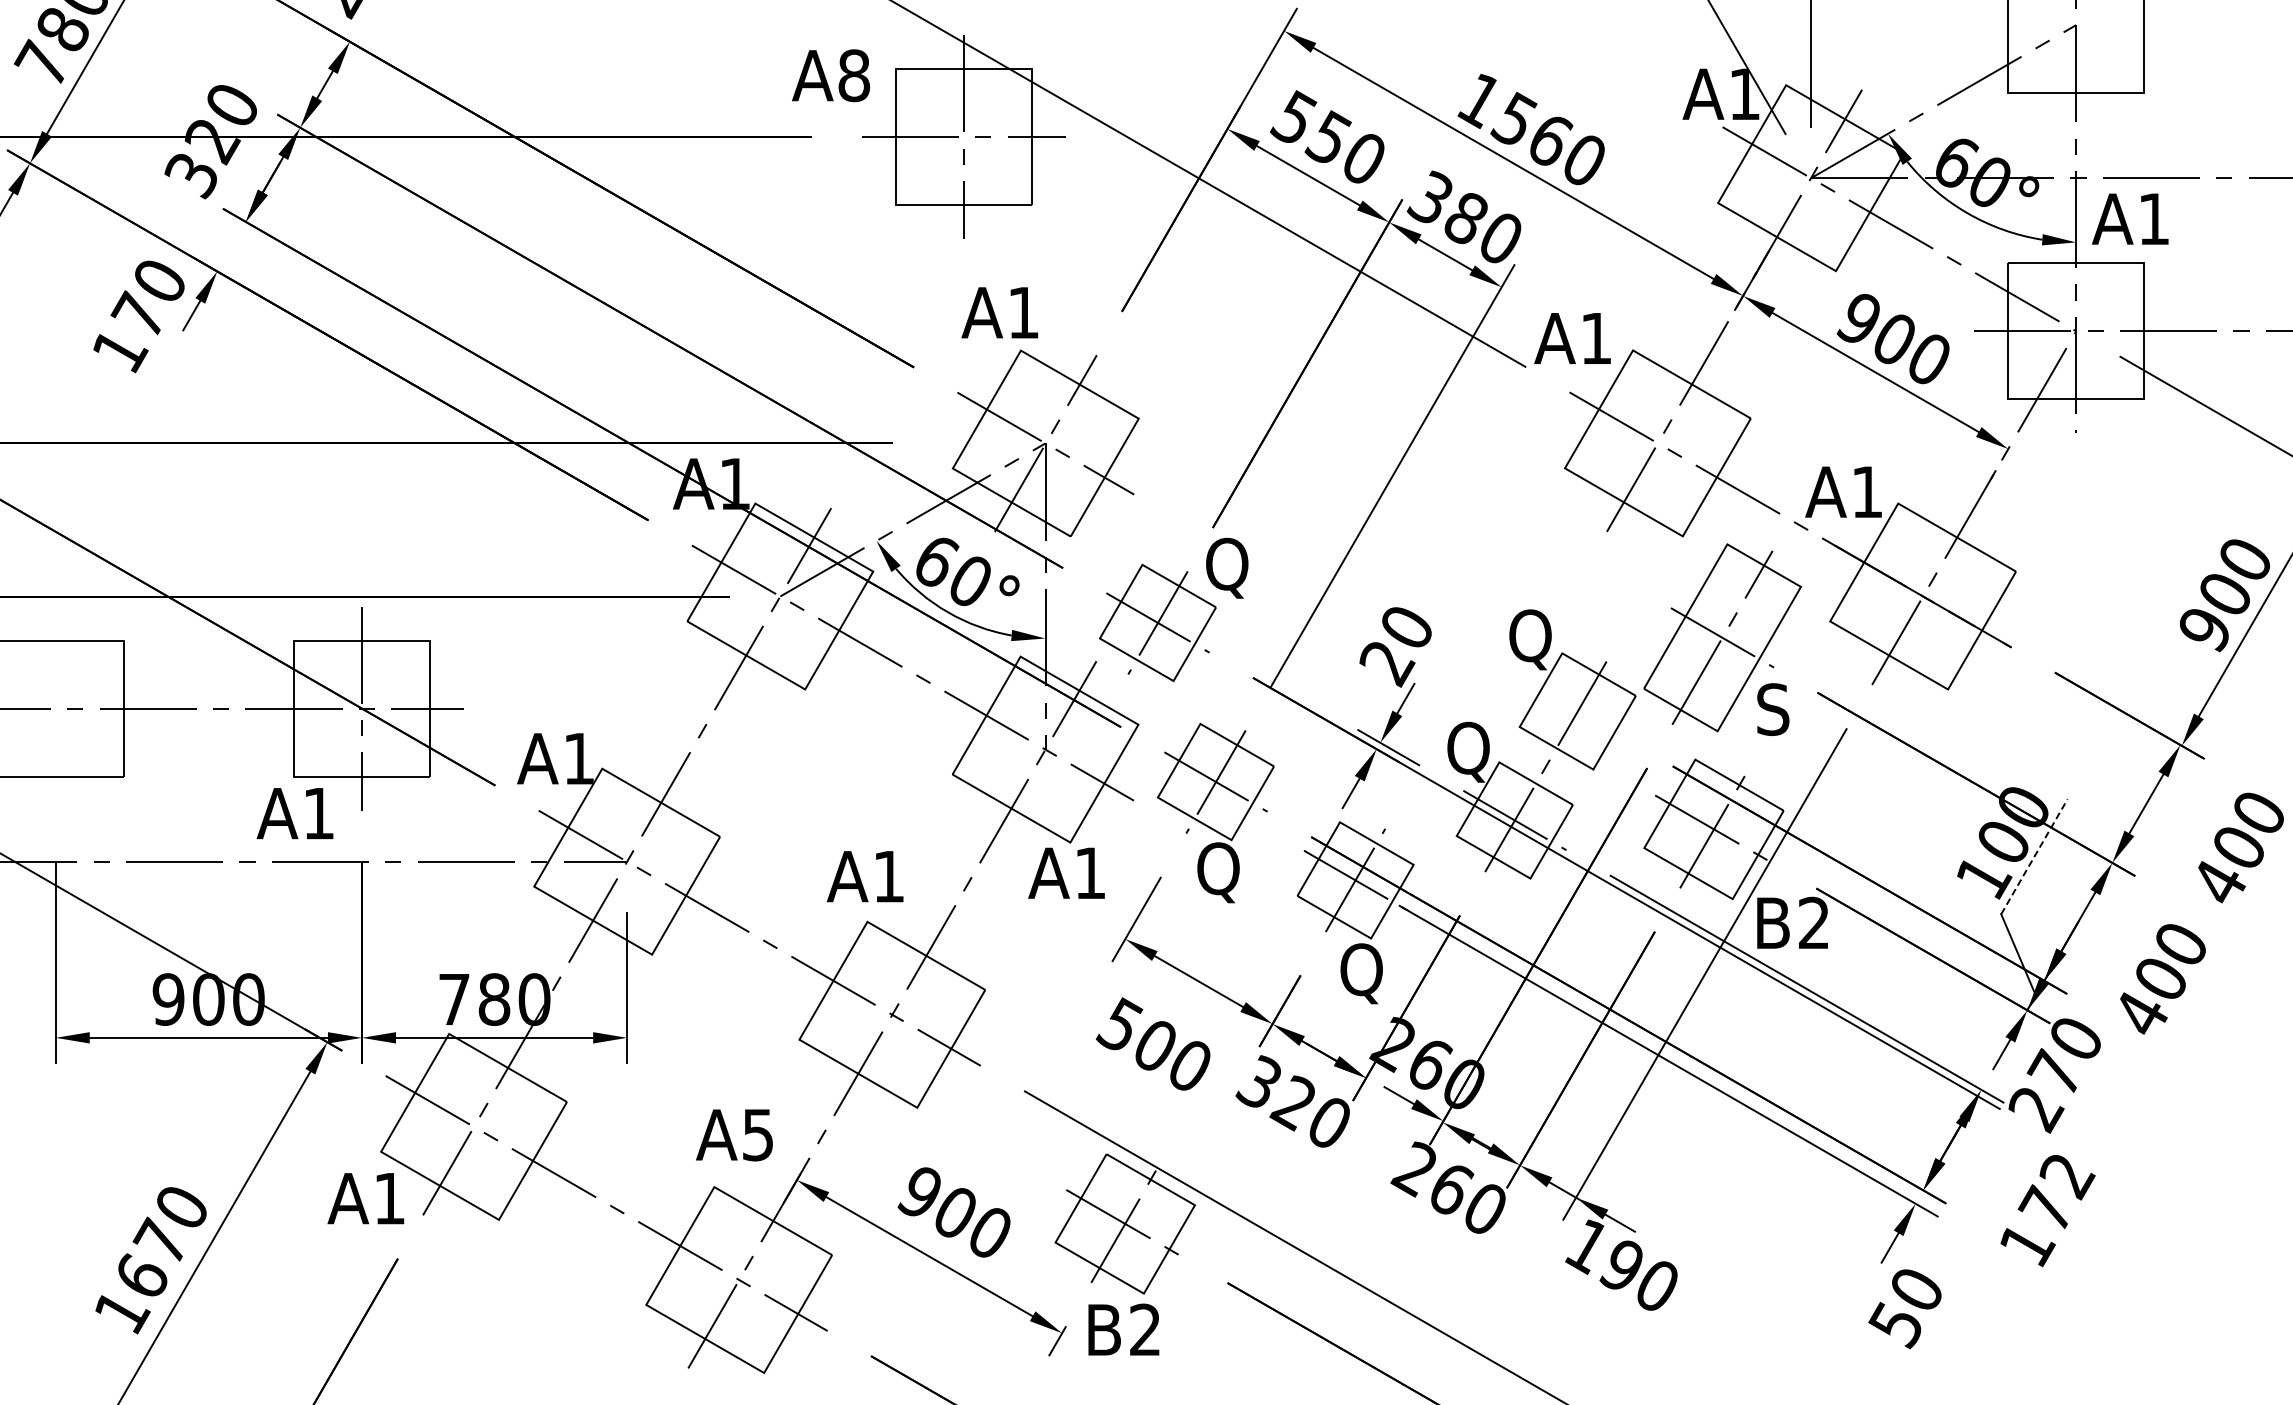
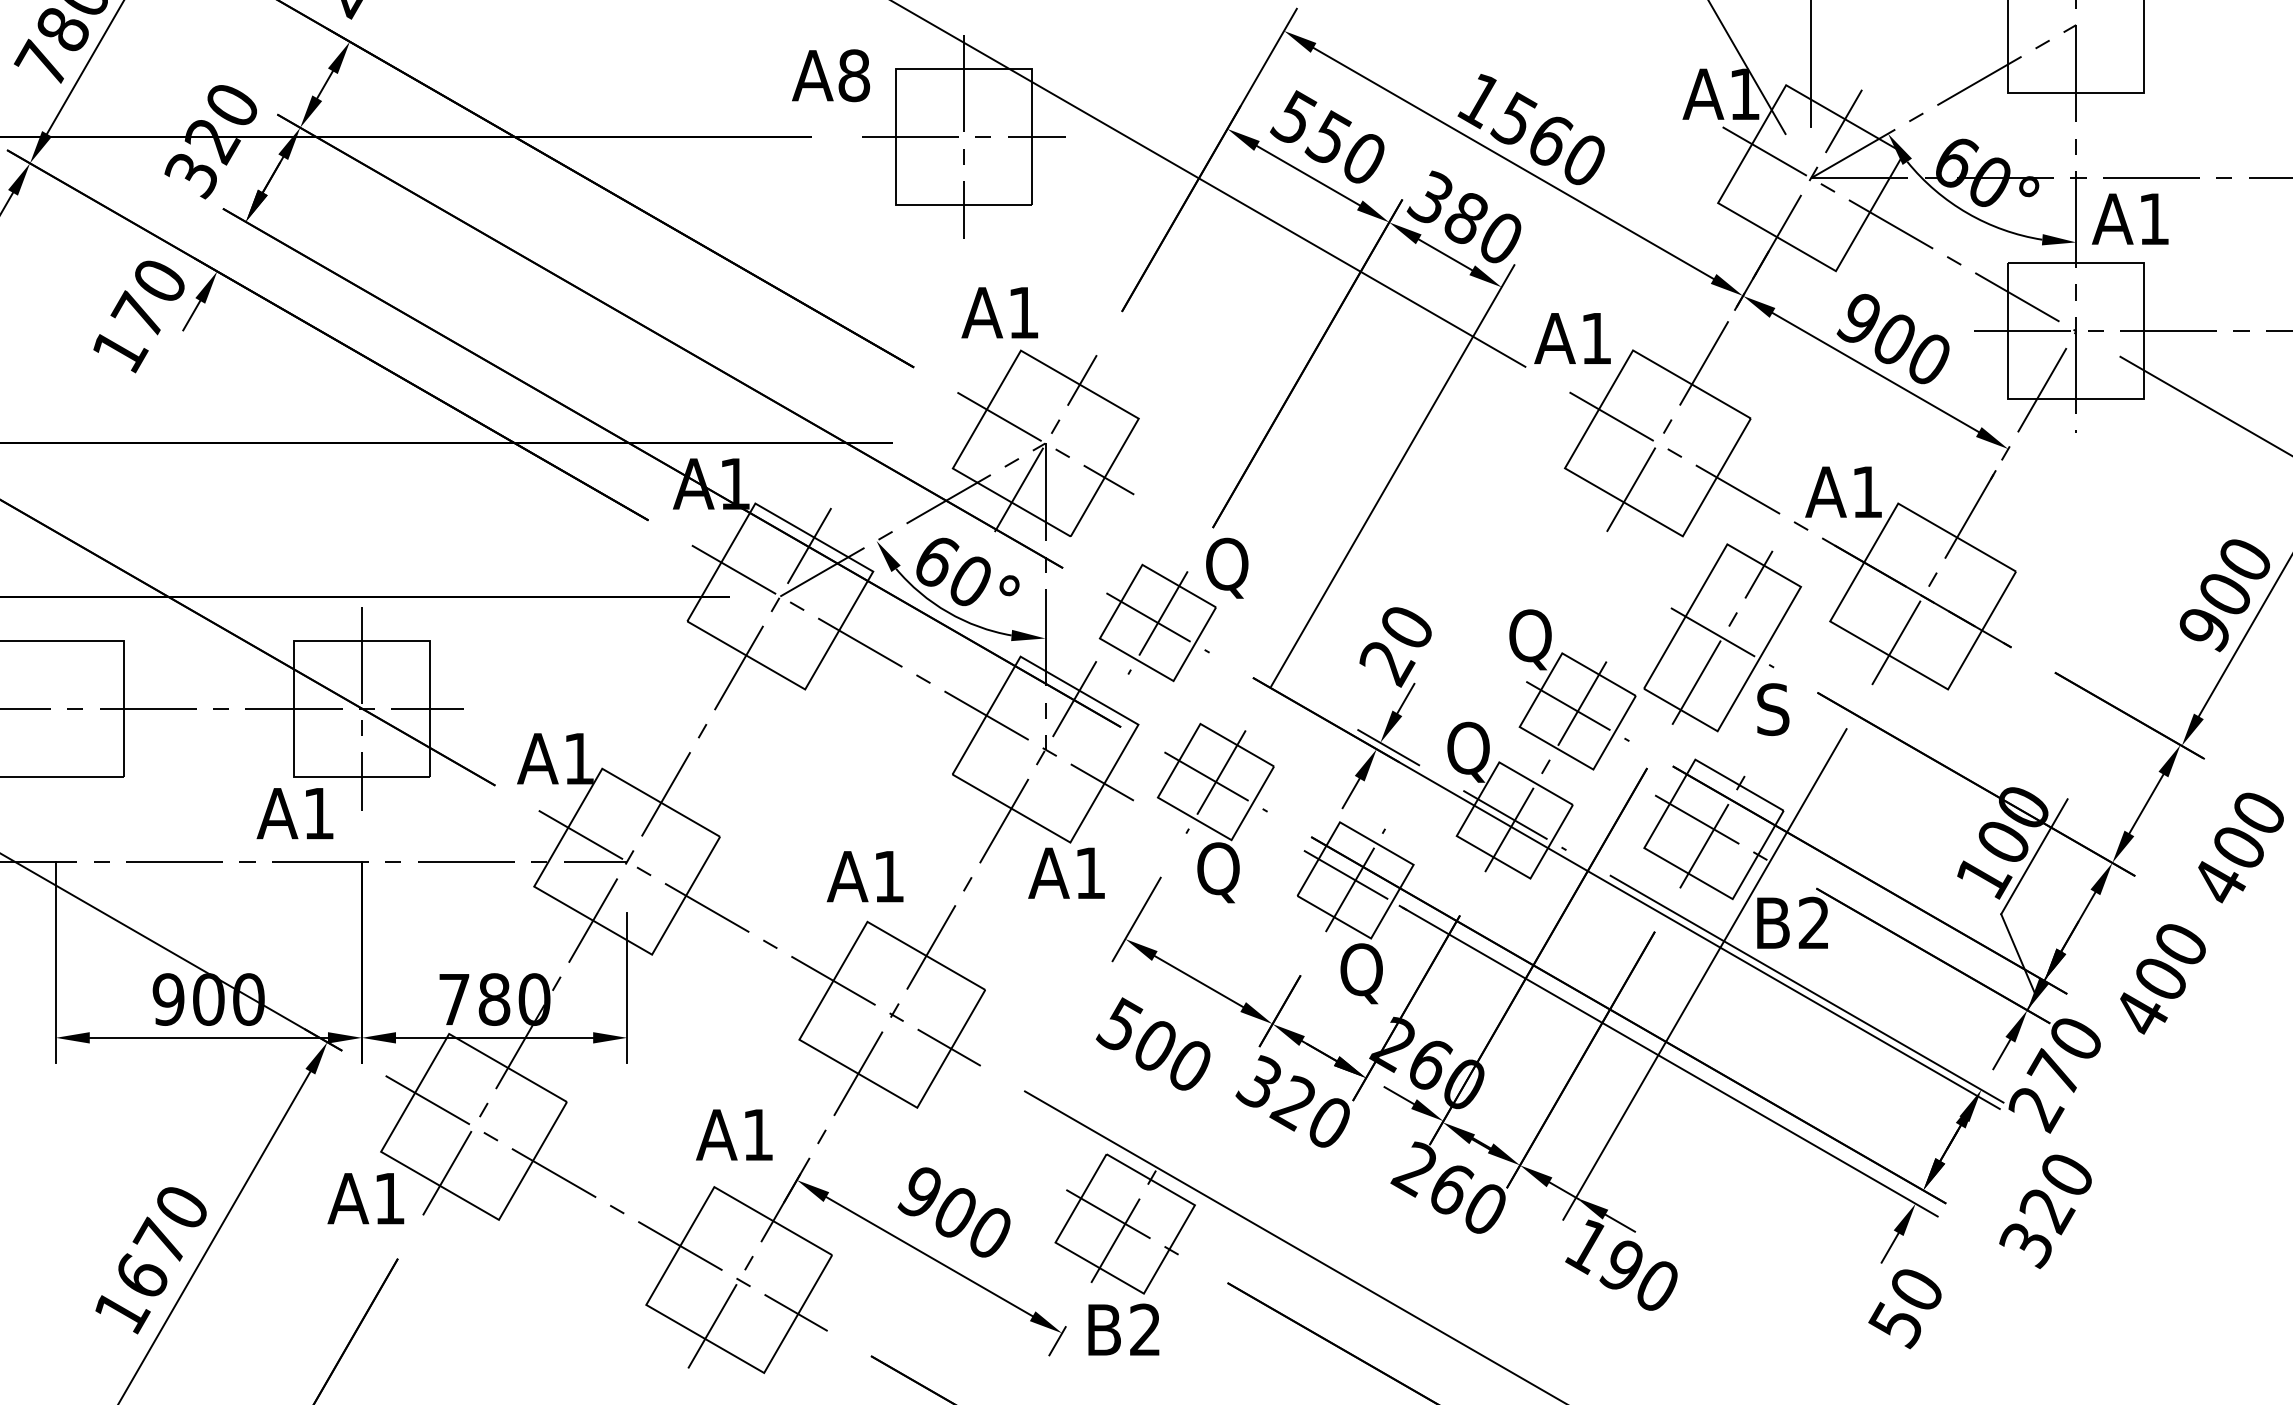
line at (1577, 711): none -> present
line at (2034, 856): dashed -> solid
text at (757, 1135): A5 -> A1
text at (2047, 1211): 172 -> 320
